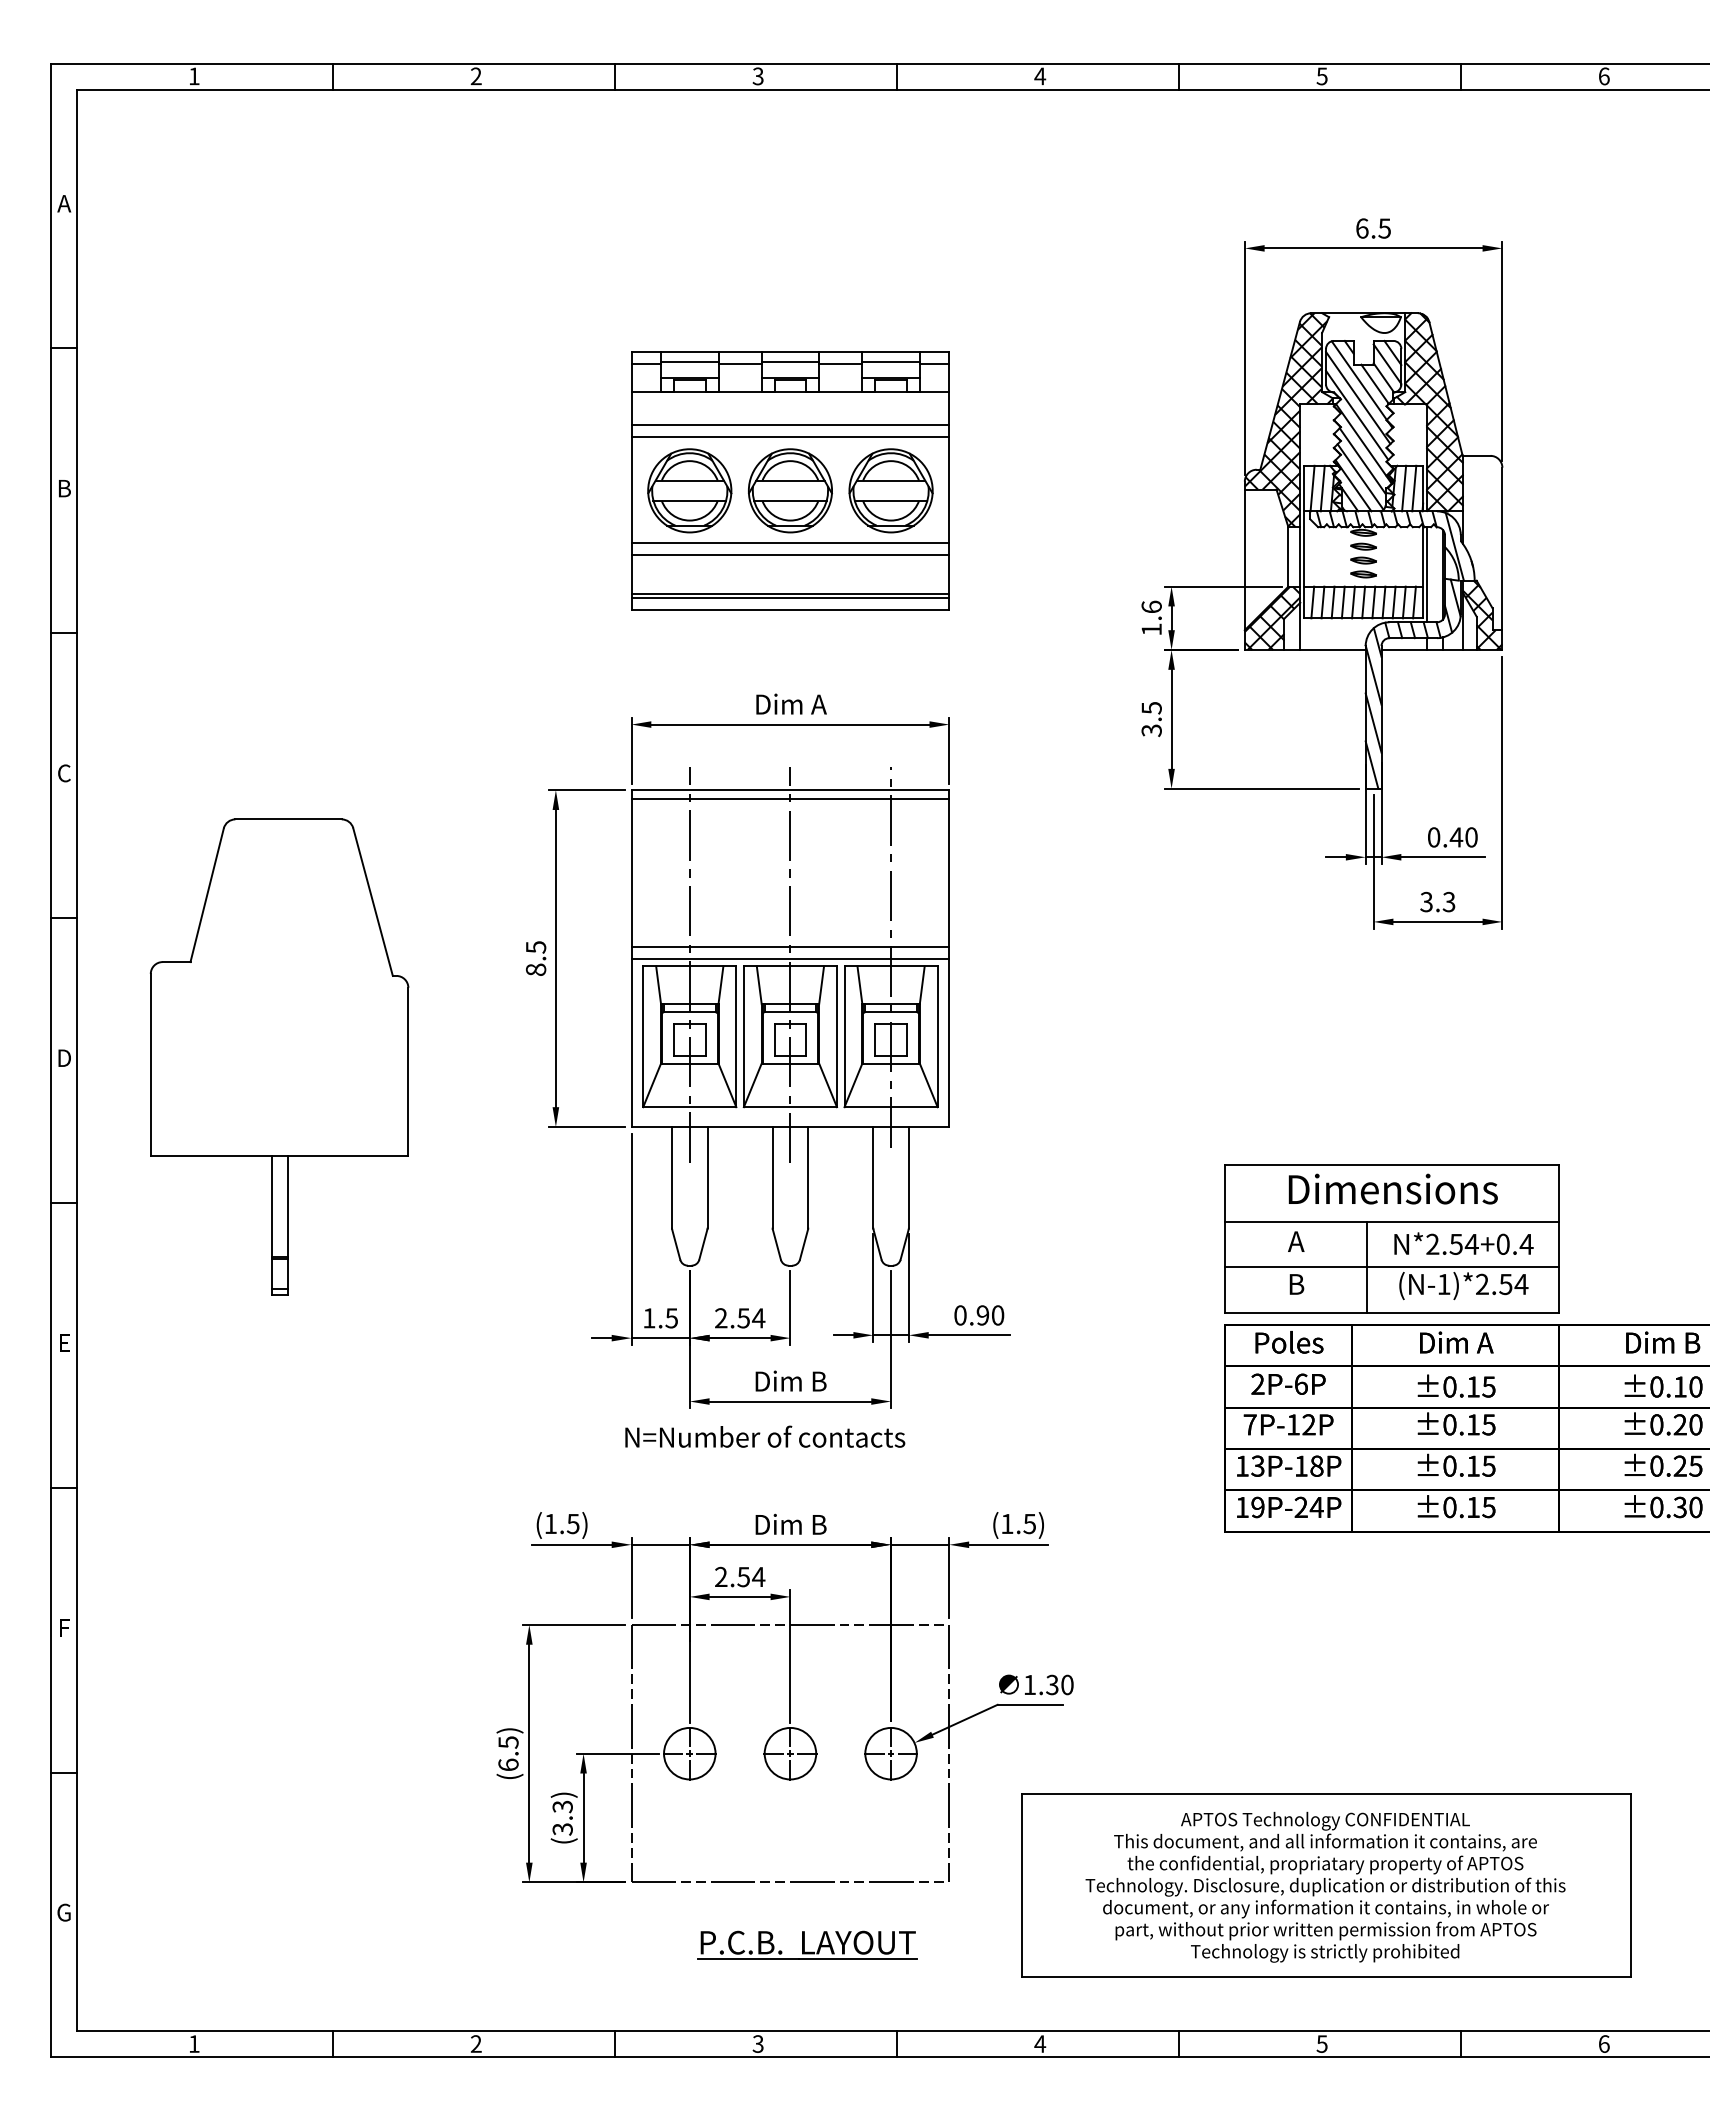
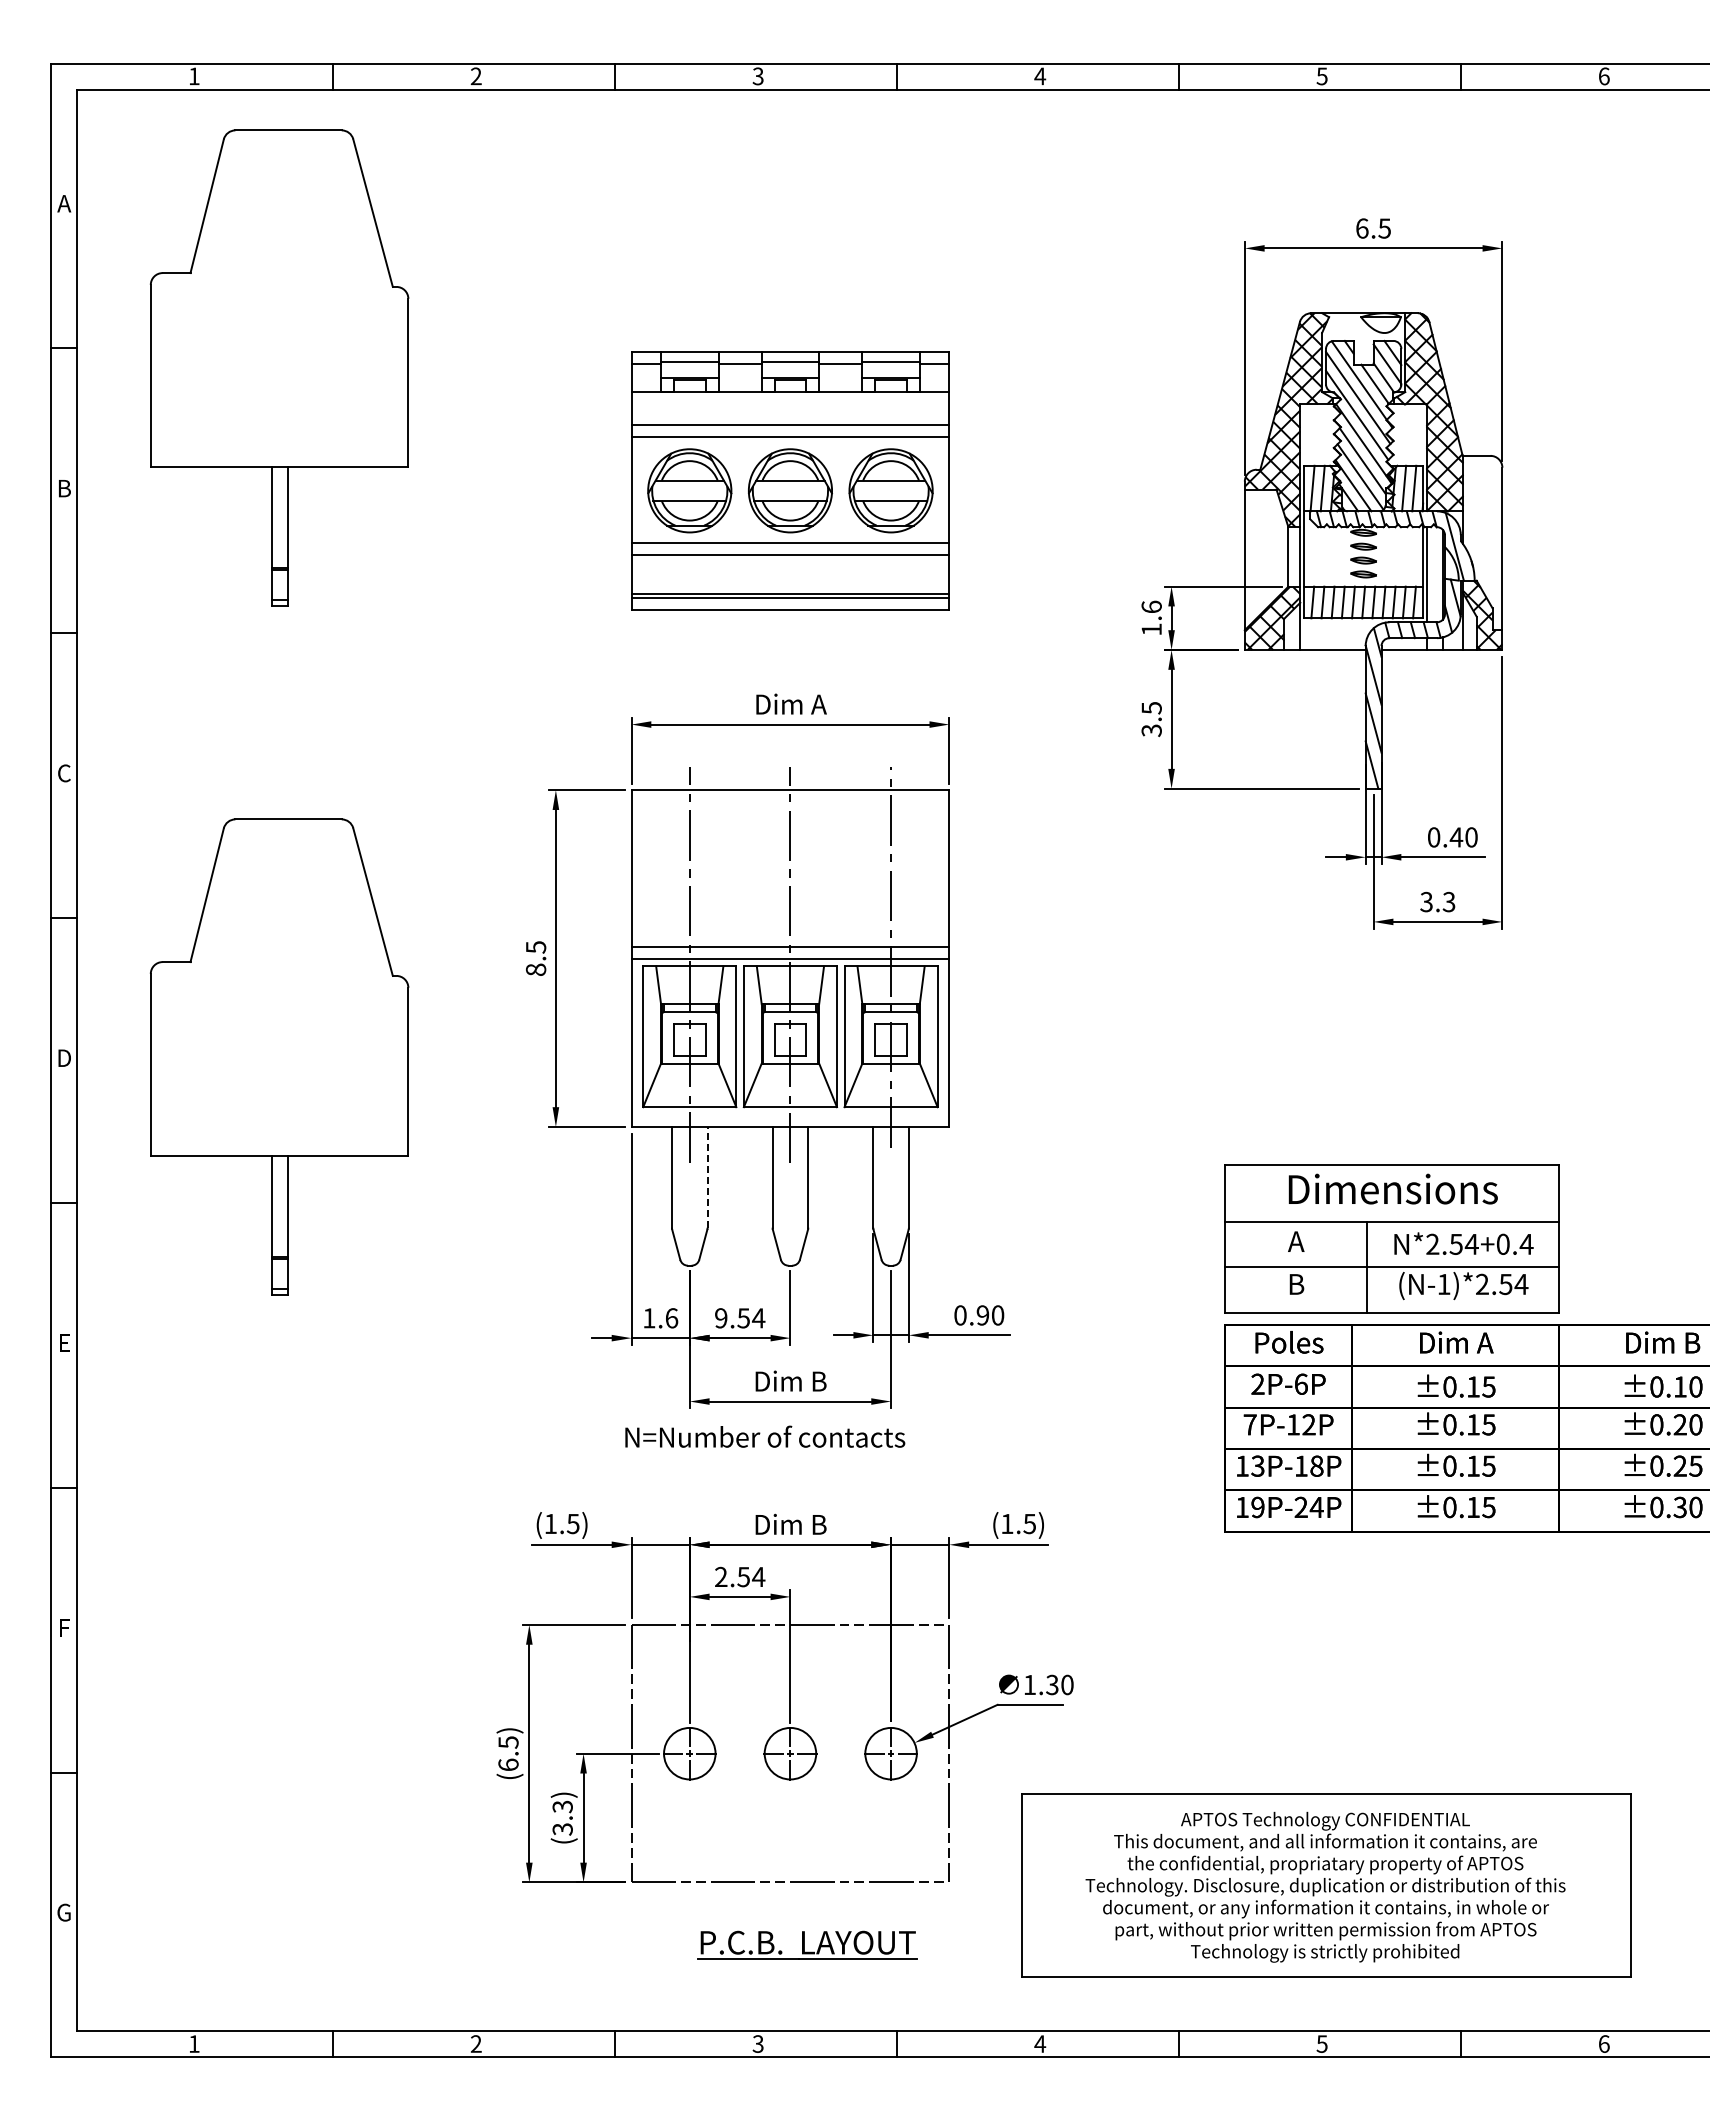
part at (279, 367): none -> present
line at (790, 798): present -> none
line at (707, 1176): solid -> dashed
text at (671, 1318): 1.5 -> 1.6
text at (721, 1318): 2.54 -> 9.54
